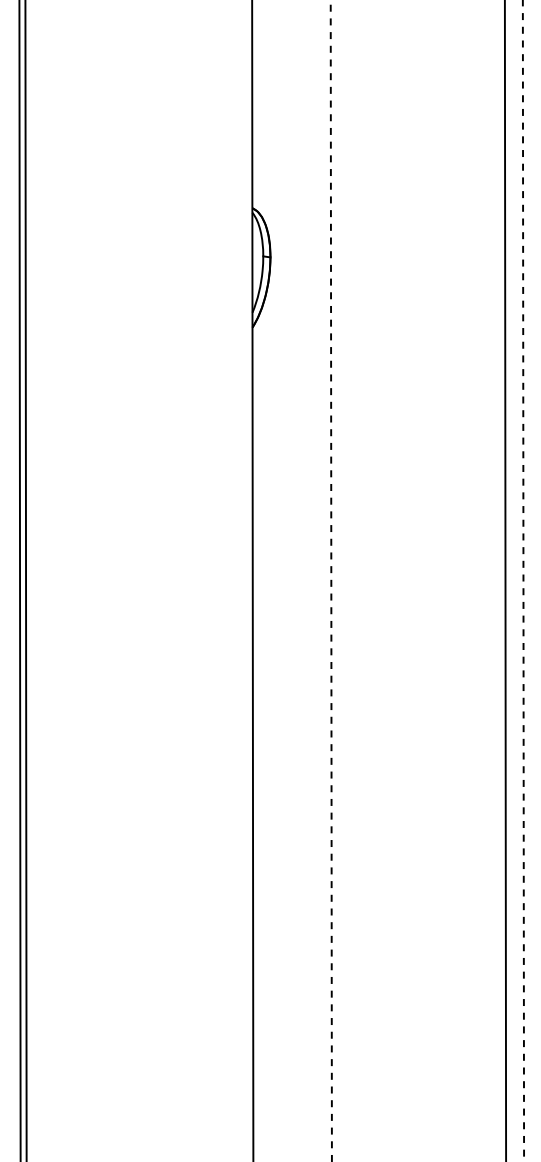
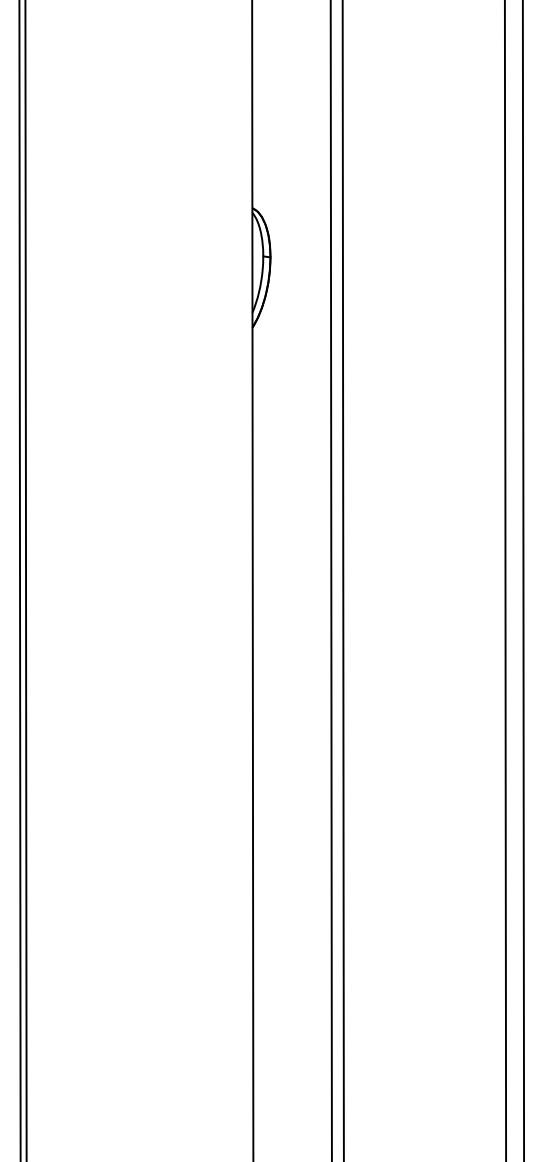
line at (331, 580): dashed -> solid
line at (342, 580): none -> present
line at (523, 580): dashed -> solid
